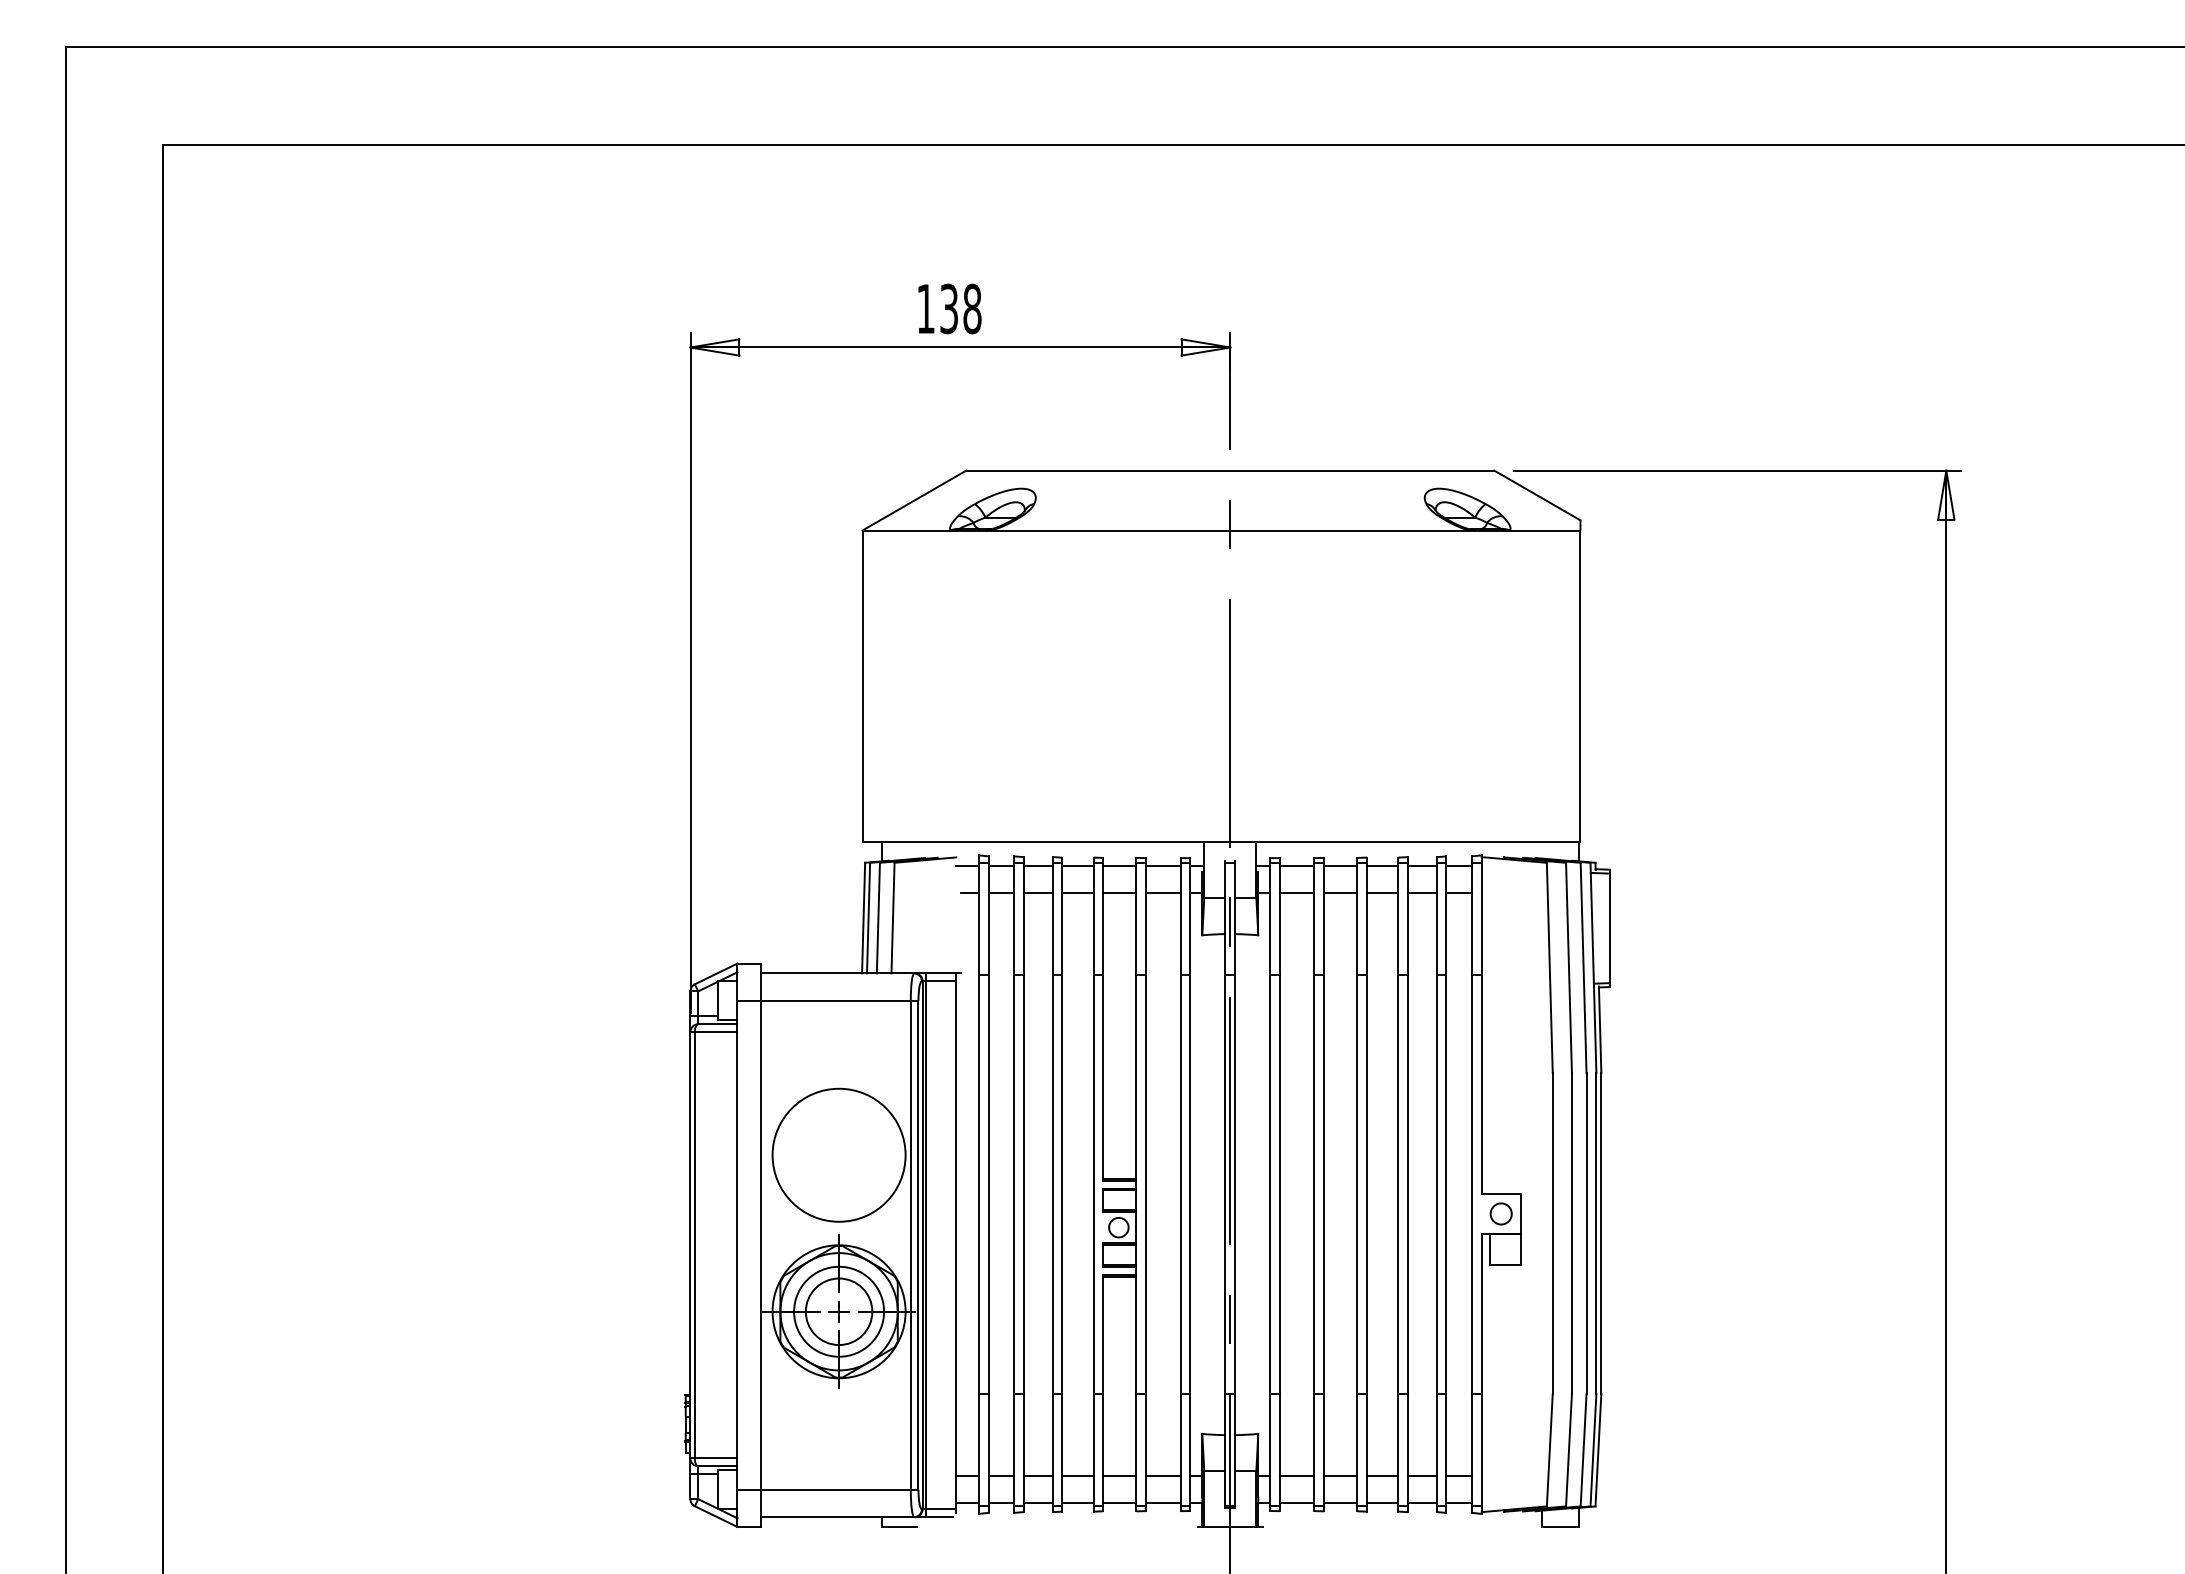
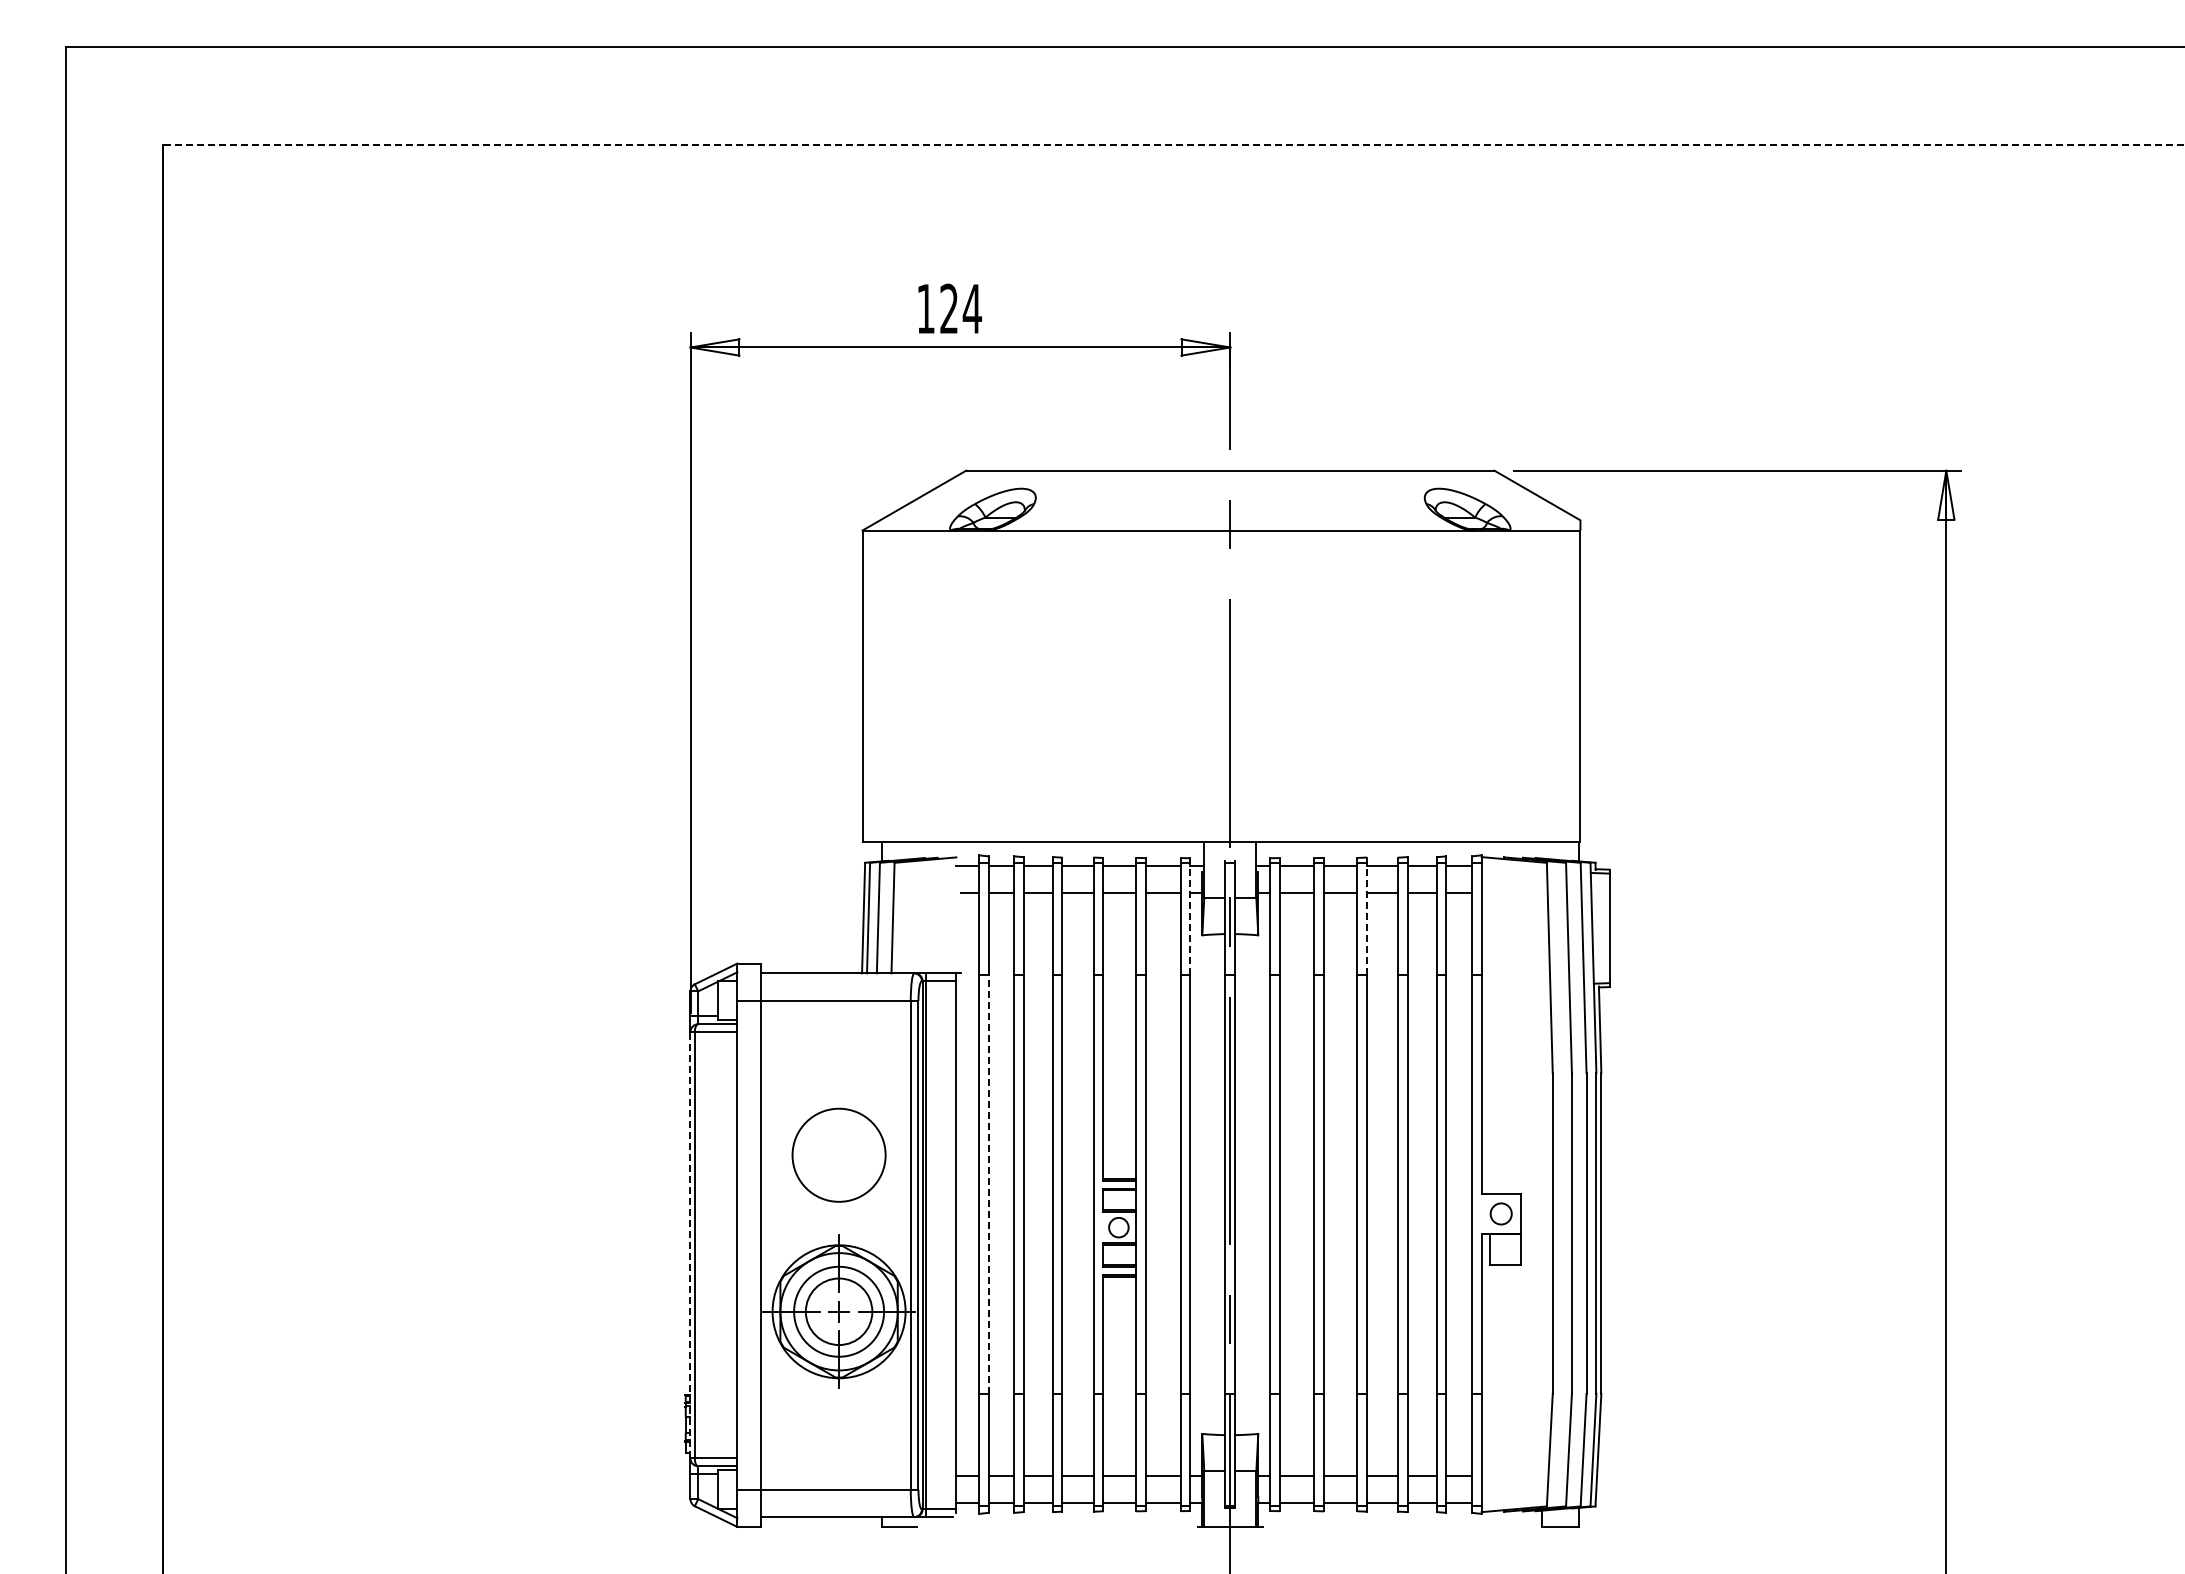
line at (1174, 144): solid -> dashed
text at (961, 308): 138 -> 124
line at (1190, 918): solid -> dashed
line at (1367, 918): solid -> dashed
circle at (838, 1154) diameter: 133 px -> 93 px
line at (988, 1184): solid -> dashed
line at (690, 1244): solid -> dashed
